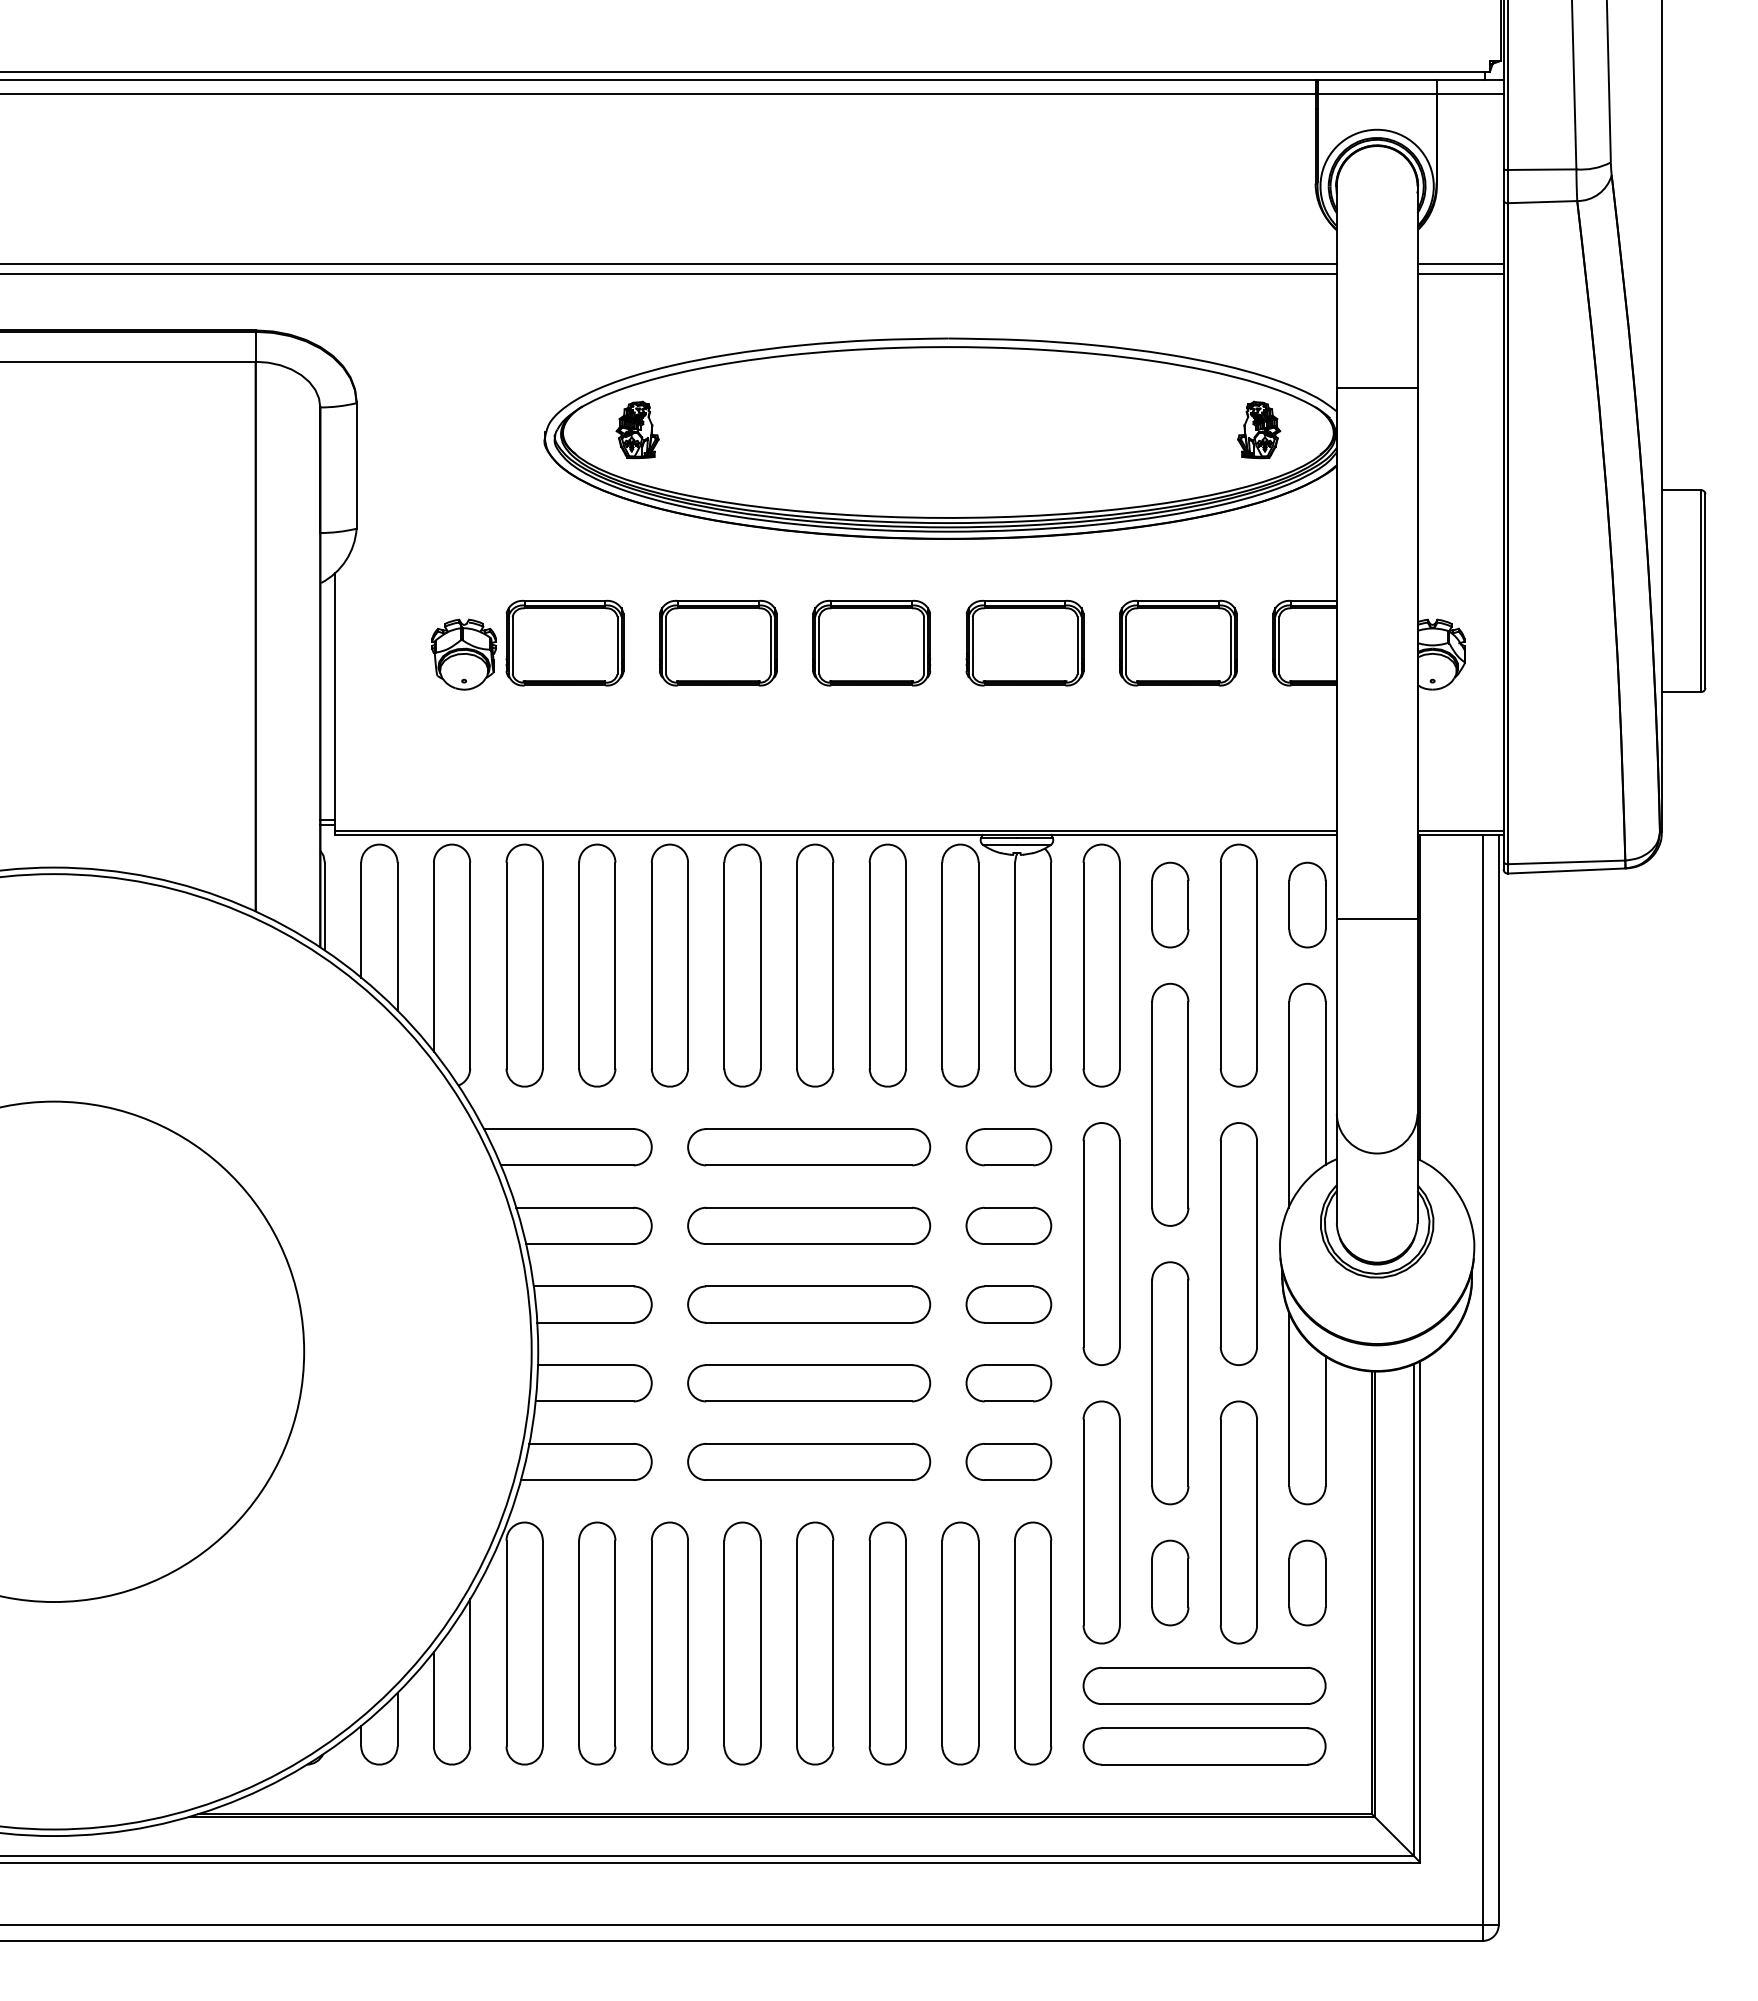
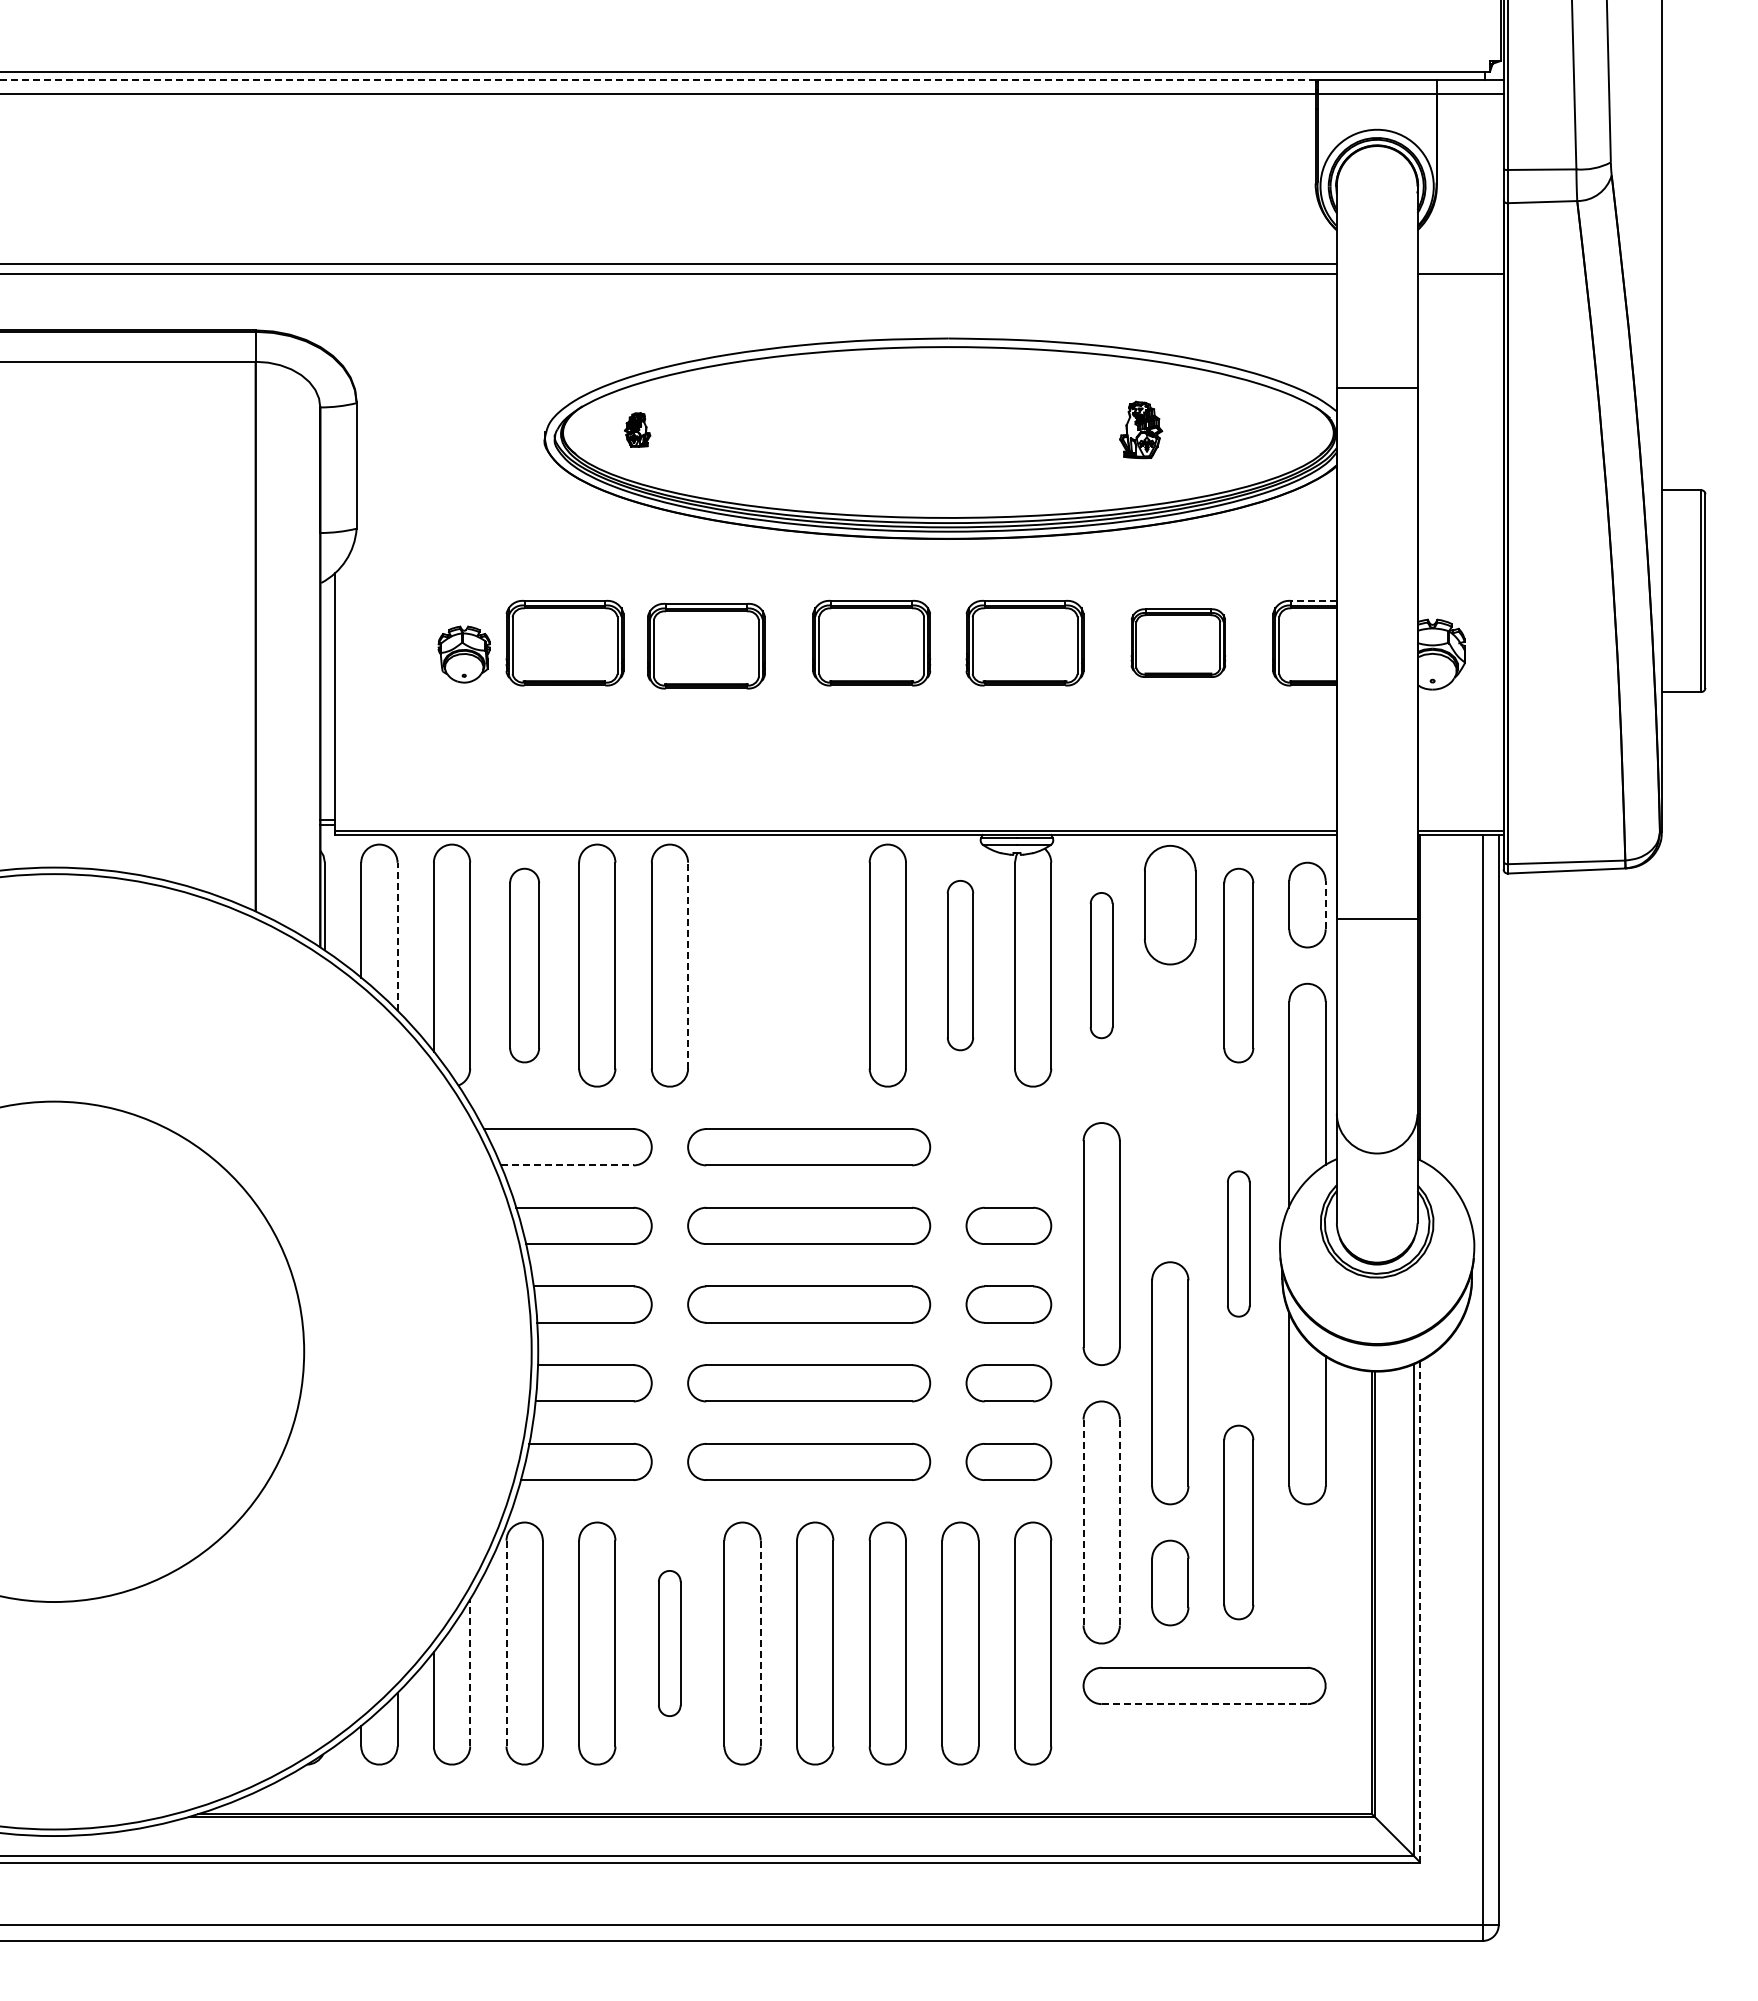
line at (657, 80): solid -> dashed
line at (1460, 264): present -> none
part at (637, 429) size: 45x60 px -> 28x36 px
part at (1259, 429) position: (1259, 429) -> (1141, 429)
line at (1314, 601): solid -> dashed
part at (718, 642) position: (718, 642) -> (706, 645)
part at (1178, 642) size: 119x88 px -> 97x70 px
part at (464, 654) size: 67x73 px -> 54x59 px
part at (1170, 904) size: 39x88 px -> 53x121 px
line at (1325, 904): solid -> dashed
line at (397, 936): solid -> dashed
part at (524, 965) size: 39x245 px -> 31x197 px
line at (688, 965): solid -> dashed
part at (742, 965): present -> none
part at (815, 965): present -> none
part at (960, 965) size: 39x245 px -> 29x172 px
part at (1101, 965) size: 39x245 px -> 25x148 px
part at (1238, 965) size: 39x245 px -> 32x197 px
part at (1170, 1104): present -> none
part at (1008, 1147): present -> none
line at (567, 1165): solid -> dashed
part at (1238, 1243) size: 39x244 px -> 24x148 px
line at (1083, 1522): solid -> dashed
line at (1119, 1522): solid -> dashed
part at (1238, 1522) size: 39x245 px -> 32x197 px
part at (1307, 1582): present -> none
line at (1420, 1611): solid -> dashed
line at (506, 1643): solid -> dashed
part at (669, 1643) size: 39x245 px -> 24x147 px
line at (760, 1643): solid -> dashed
line at (470, 1672): solid -> dashed
line at (1204, 1704): solid -> dashed
part at (1204, 1746): present -> none
